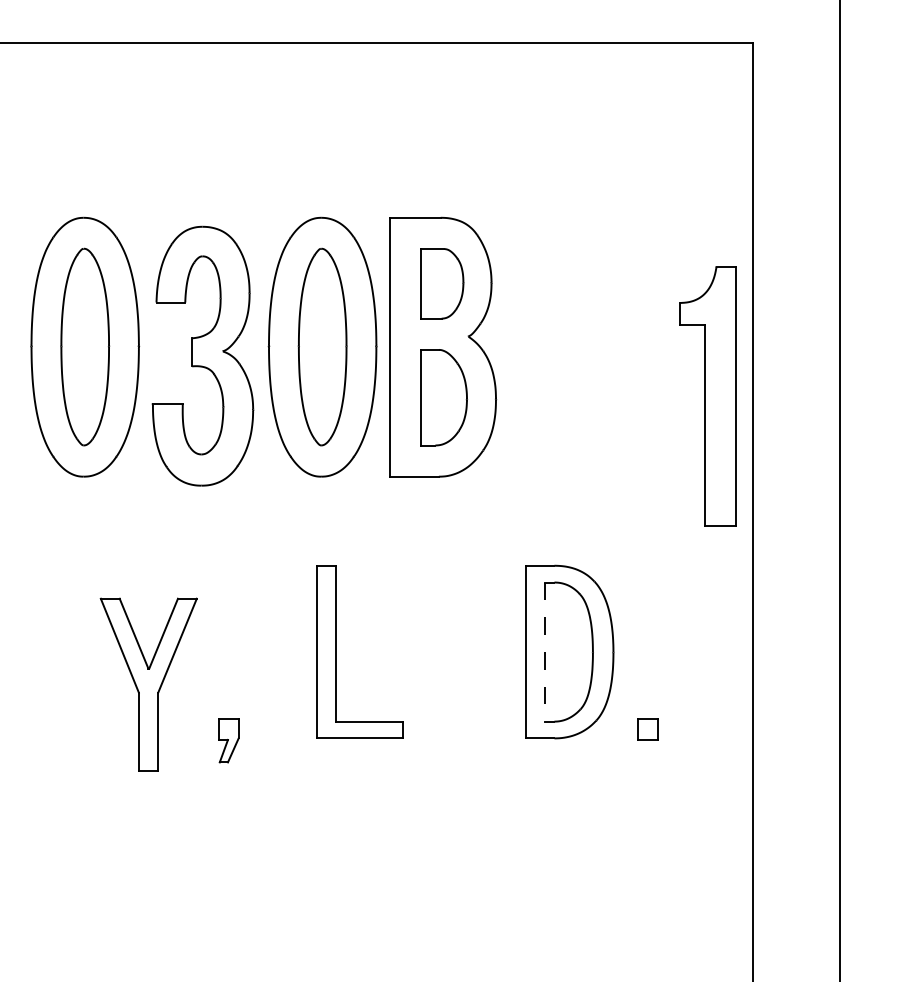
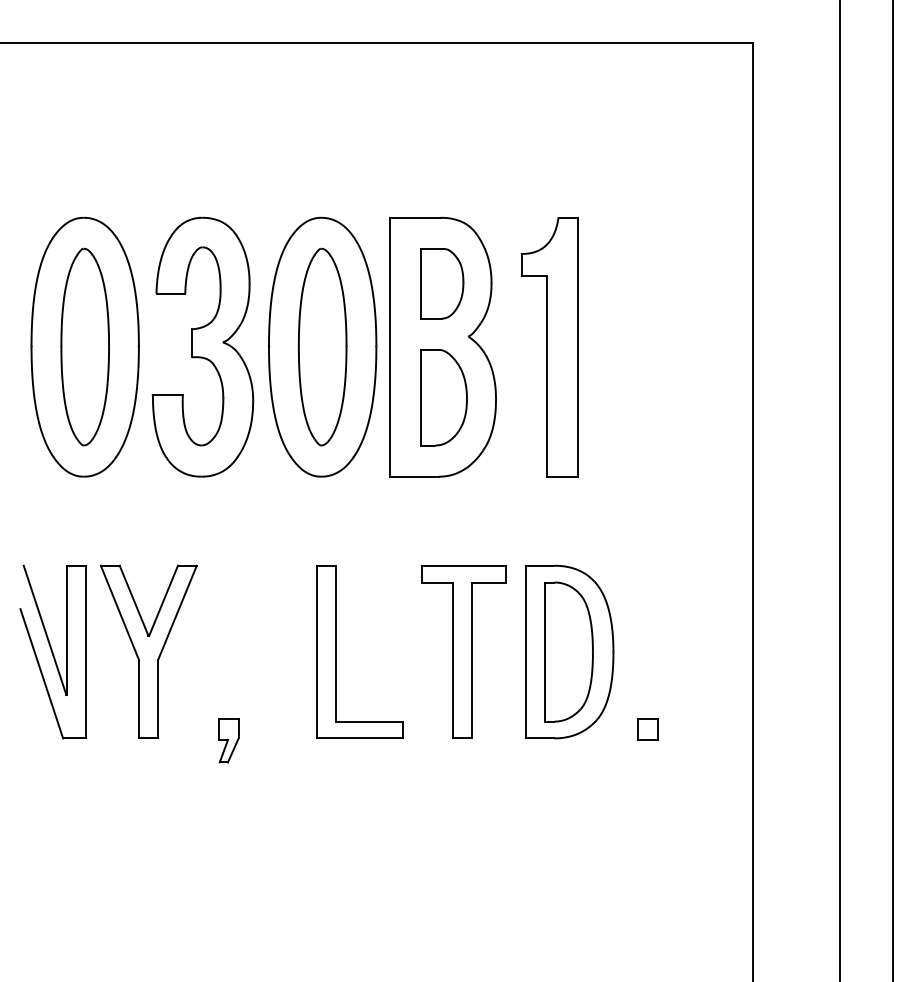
part at (202, 355) position: (202, 355) -> (202, 346)
part at (707, 396) position: (707, 396) -> (549, 347)
line at (892, 490): none -> present
part at (52, 651): none -> present
part at (463, 651): none -> present
line at (545, 652): dashed -> solid
part at (148, 684) position: (148, 684) -> (148, 651)
